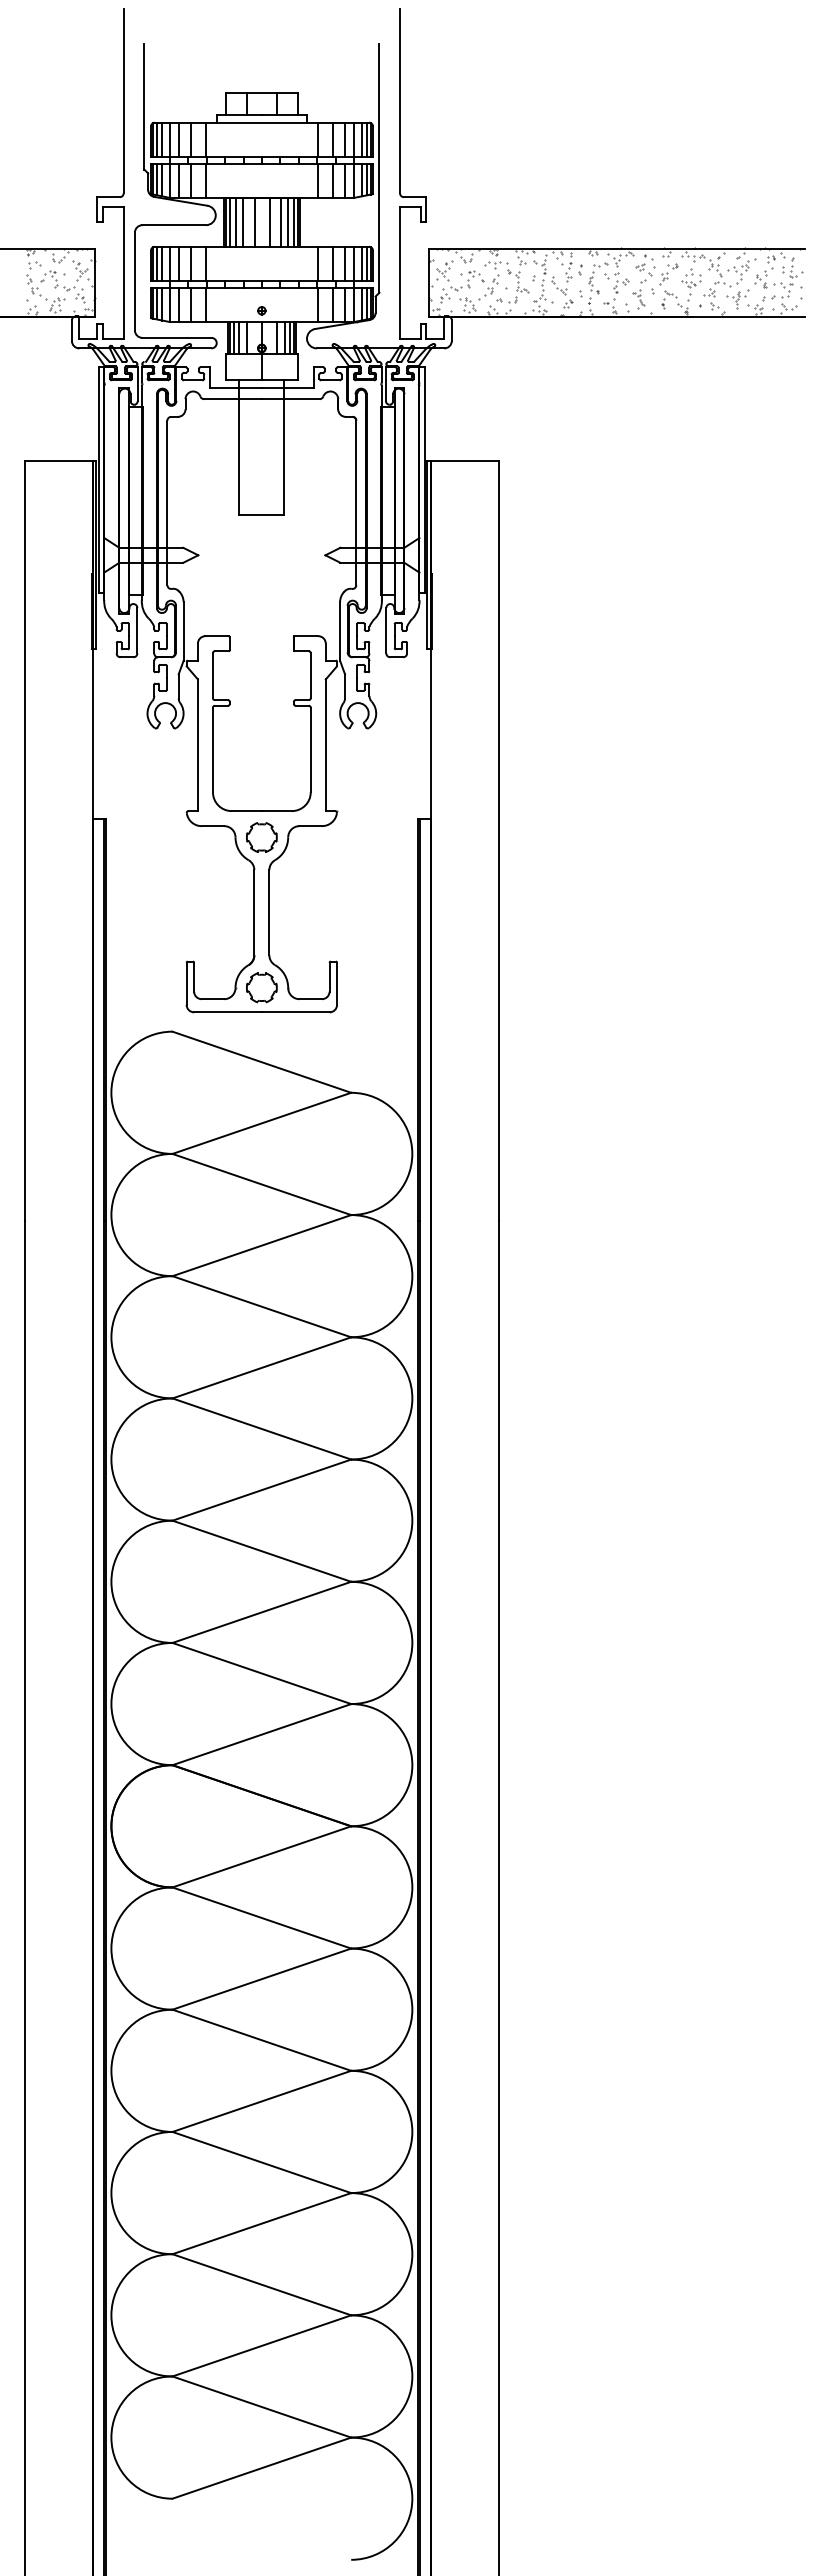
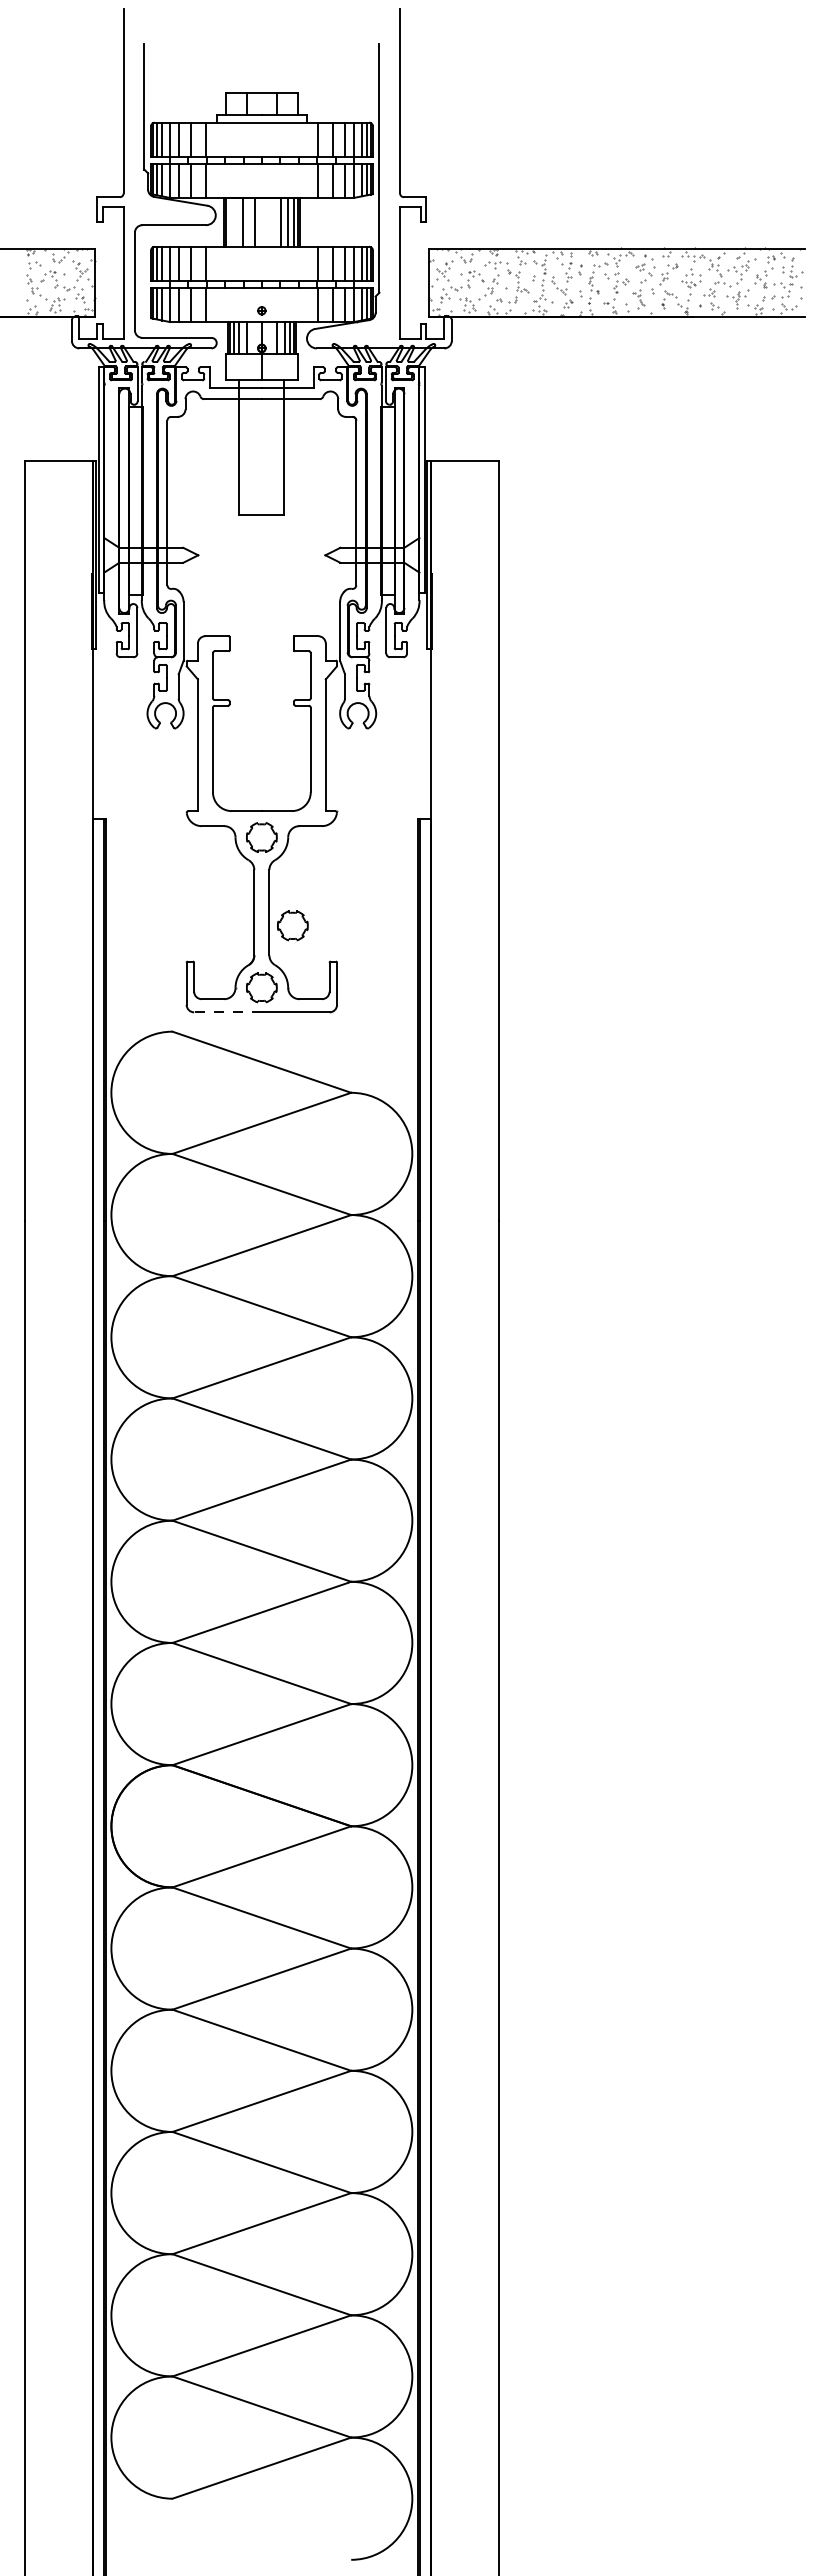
line at (230, 221): present -> none
line at (235, 221): present -> none
line at (269, 221): present -> none
part at (292, 925): none -> present
line at (228, 1012): solid -> dashed
